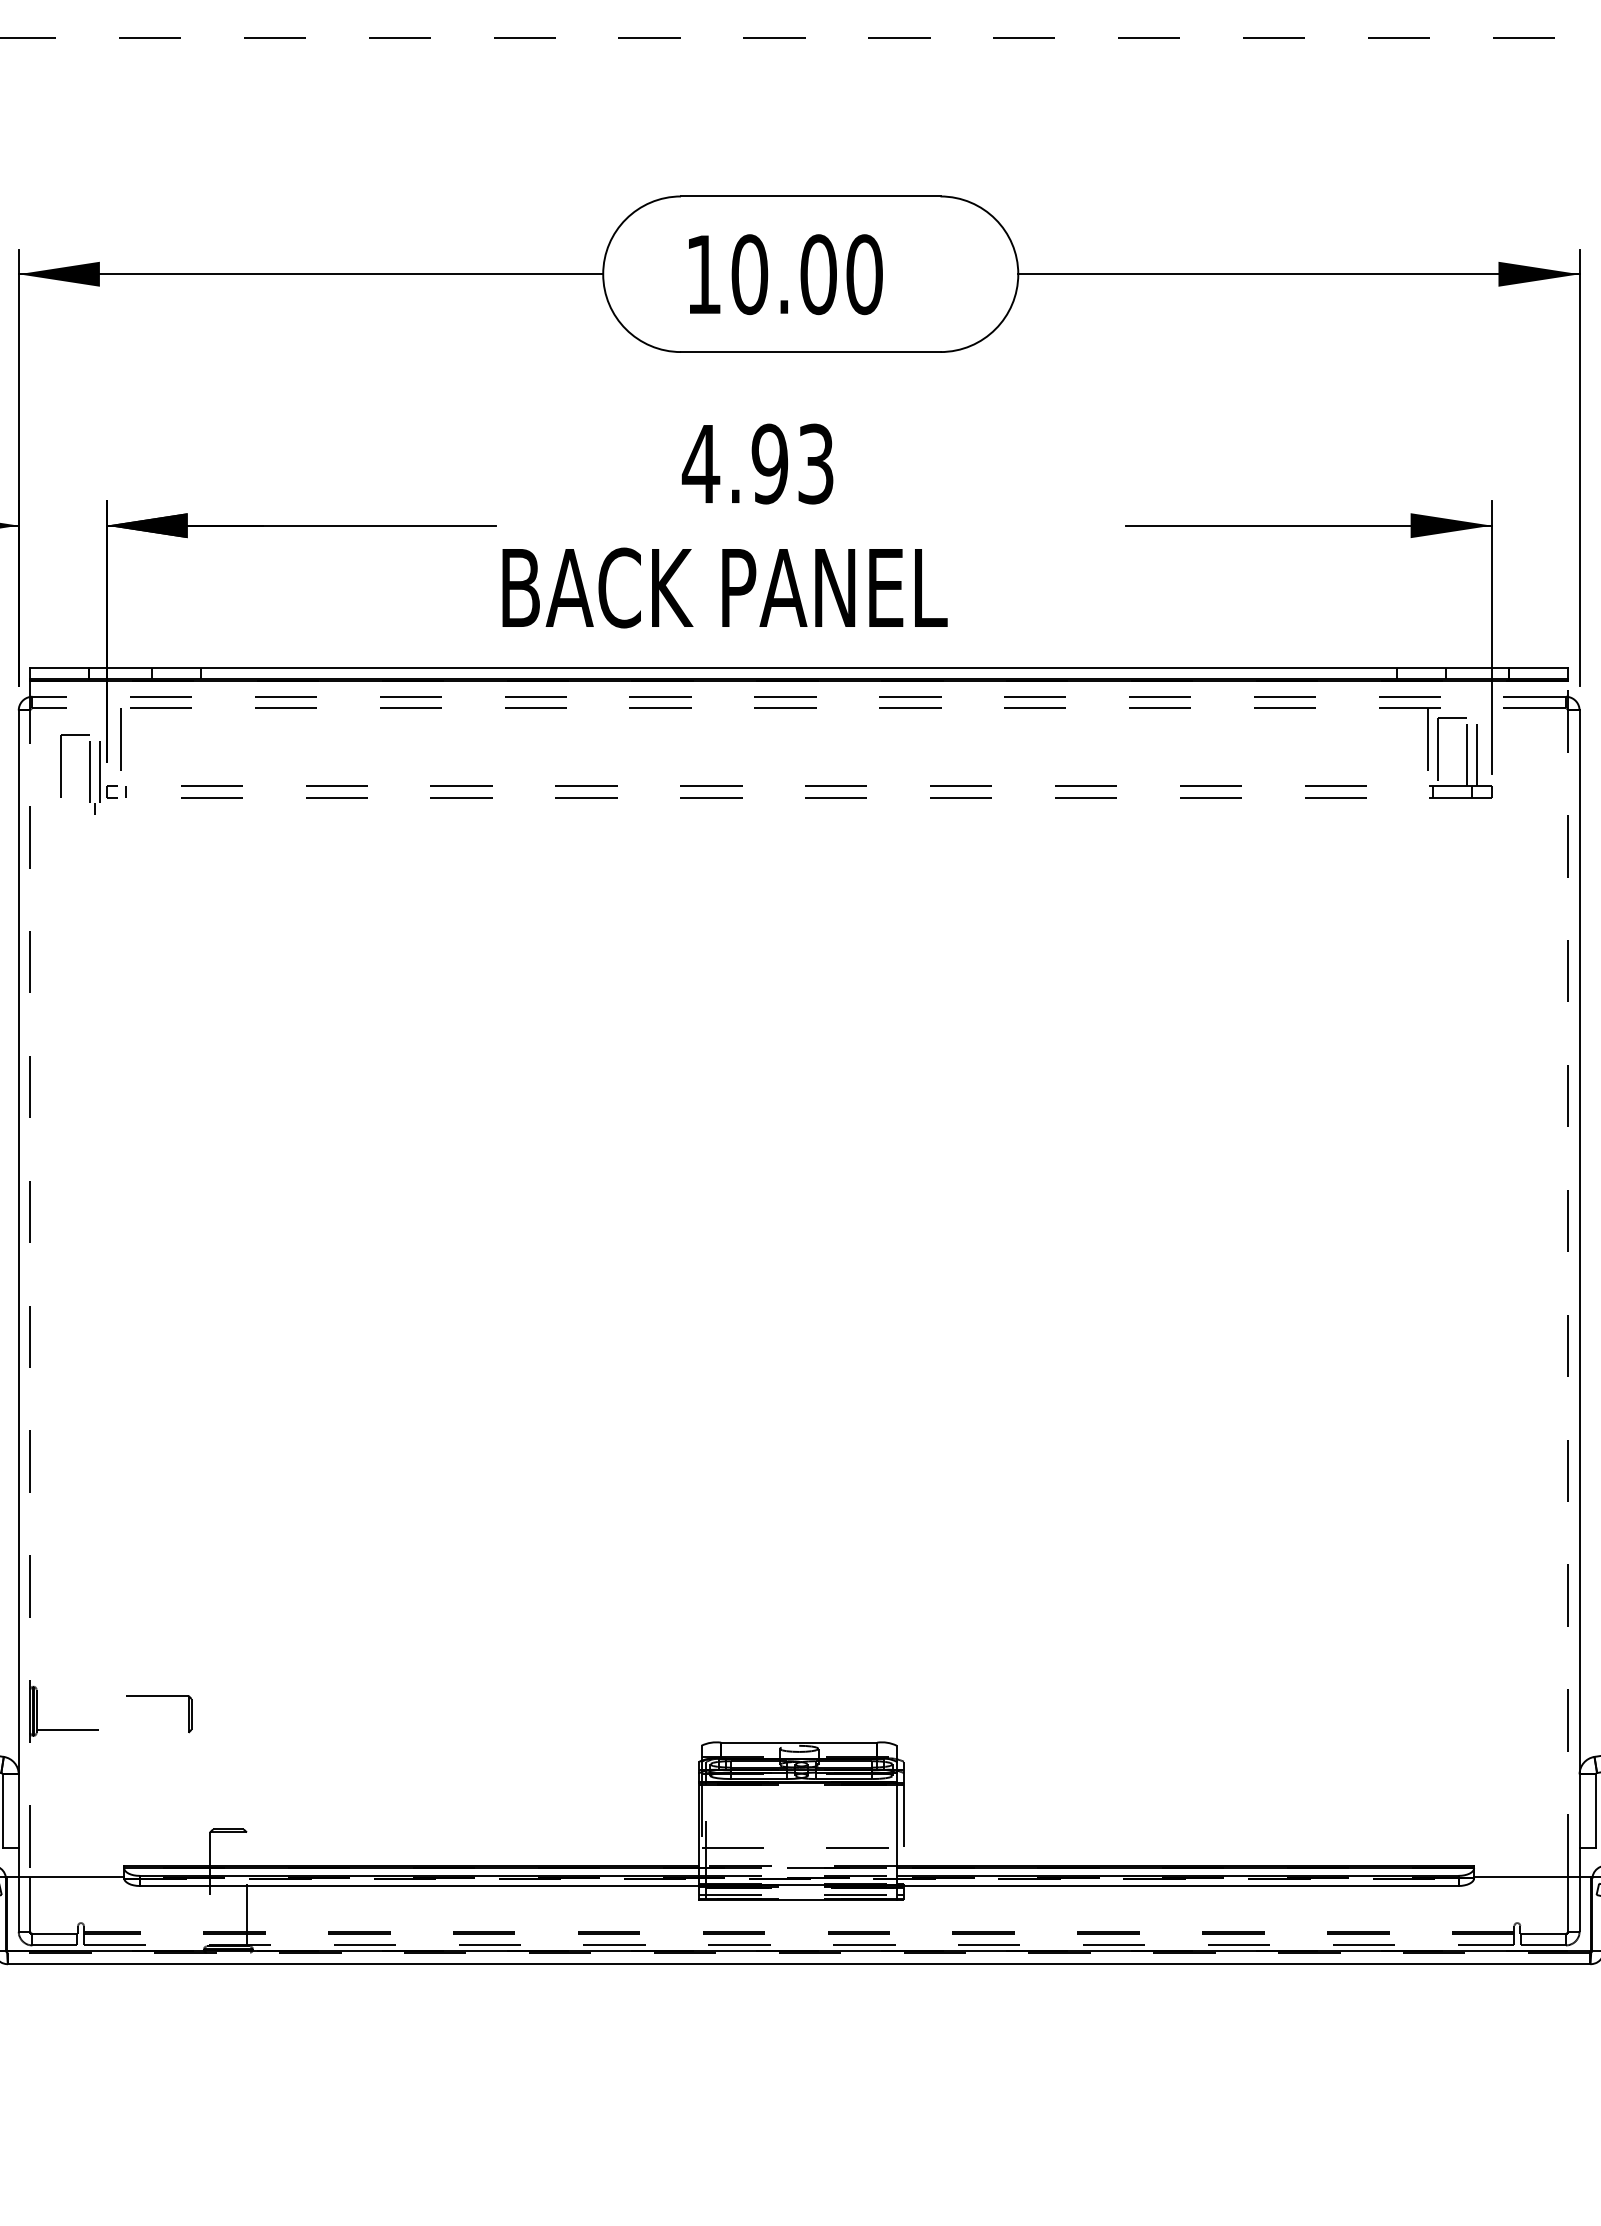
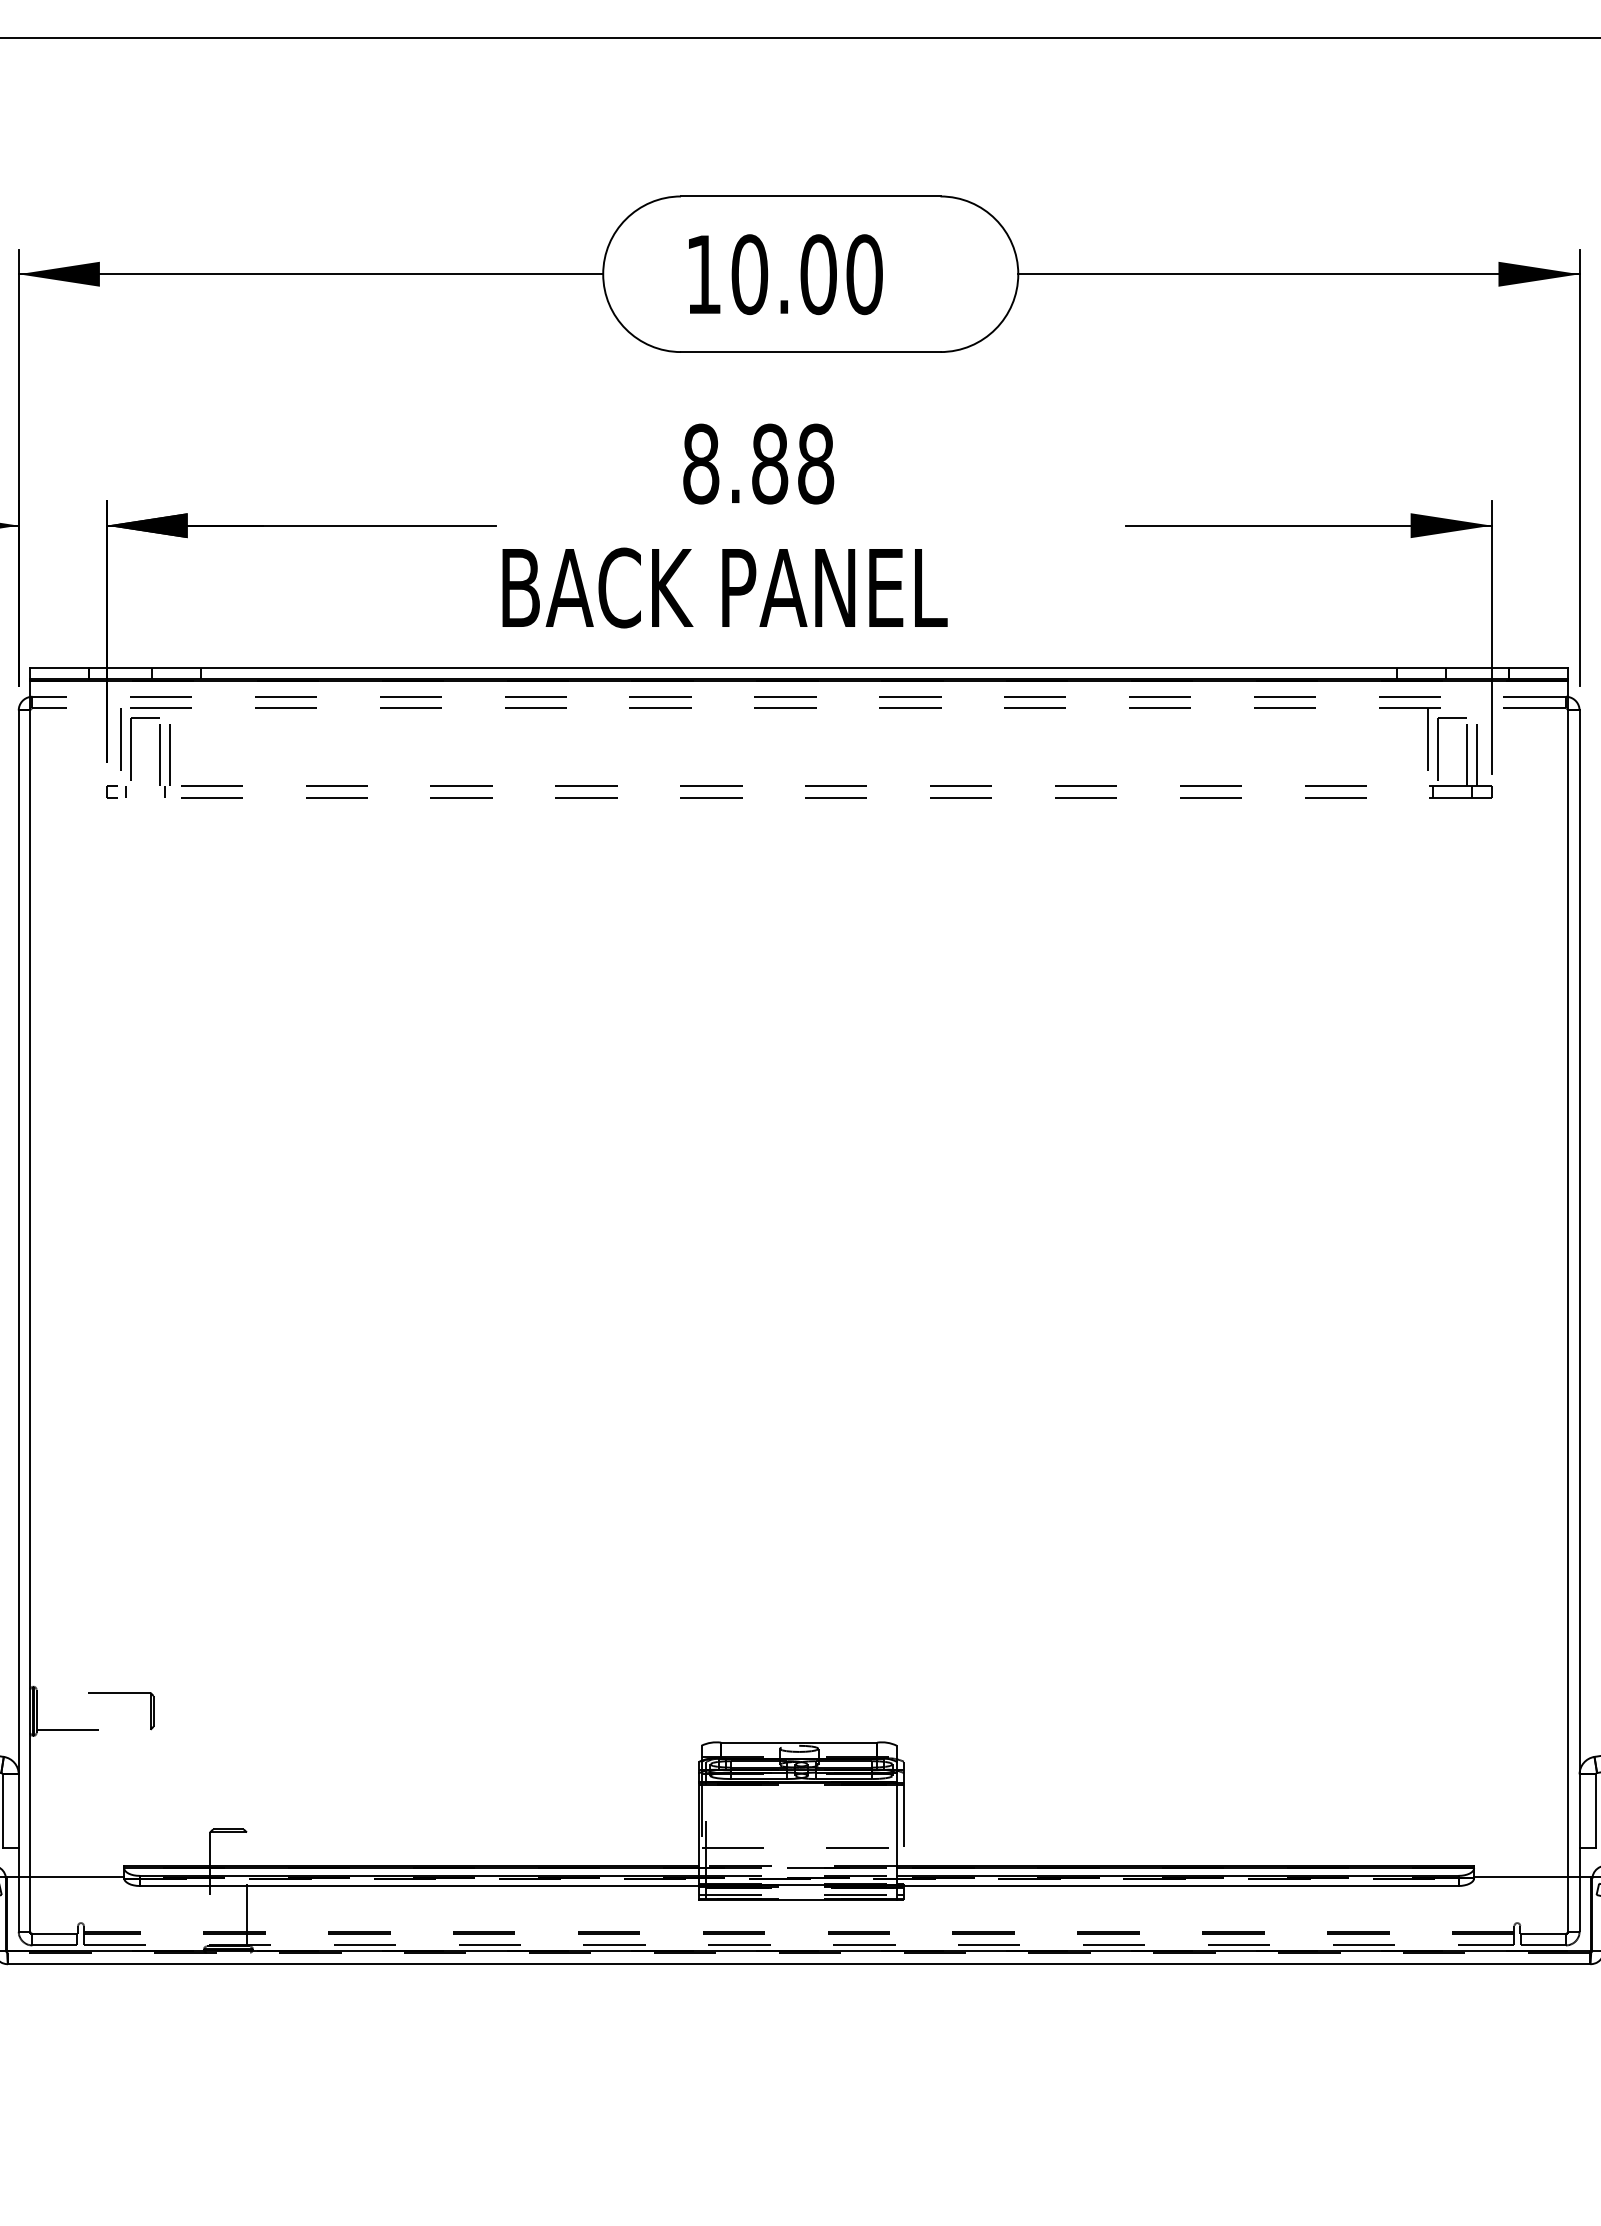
line at (800, 38): dashed -> solid
text at (757, 463): 4.93 -> 8.88
part at (89, 774) position: (89, 774) -> (159, 757)
line at (30, 1278): dashed -> solid
line at (1567, 1278): dashed -> solid
part at (159, 1696) position: (159, 1696) -> (121, 1693)
